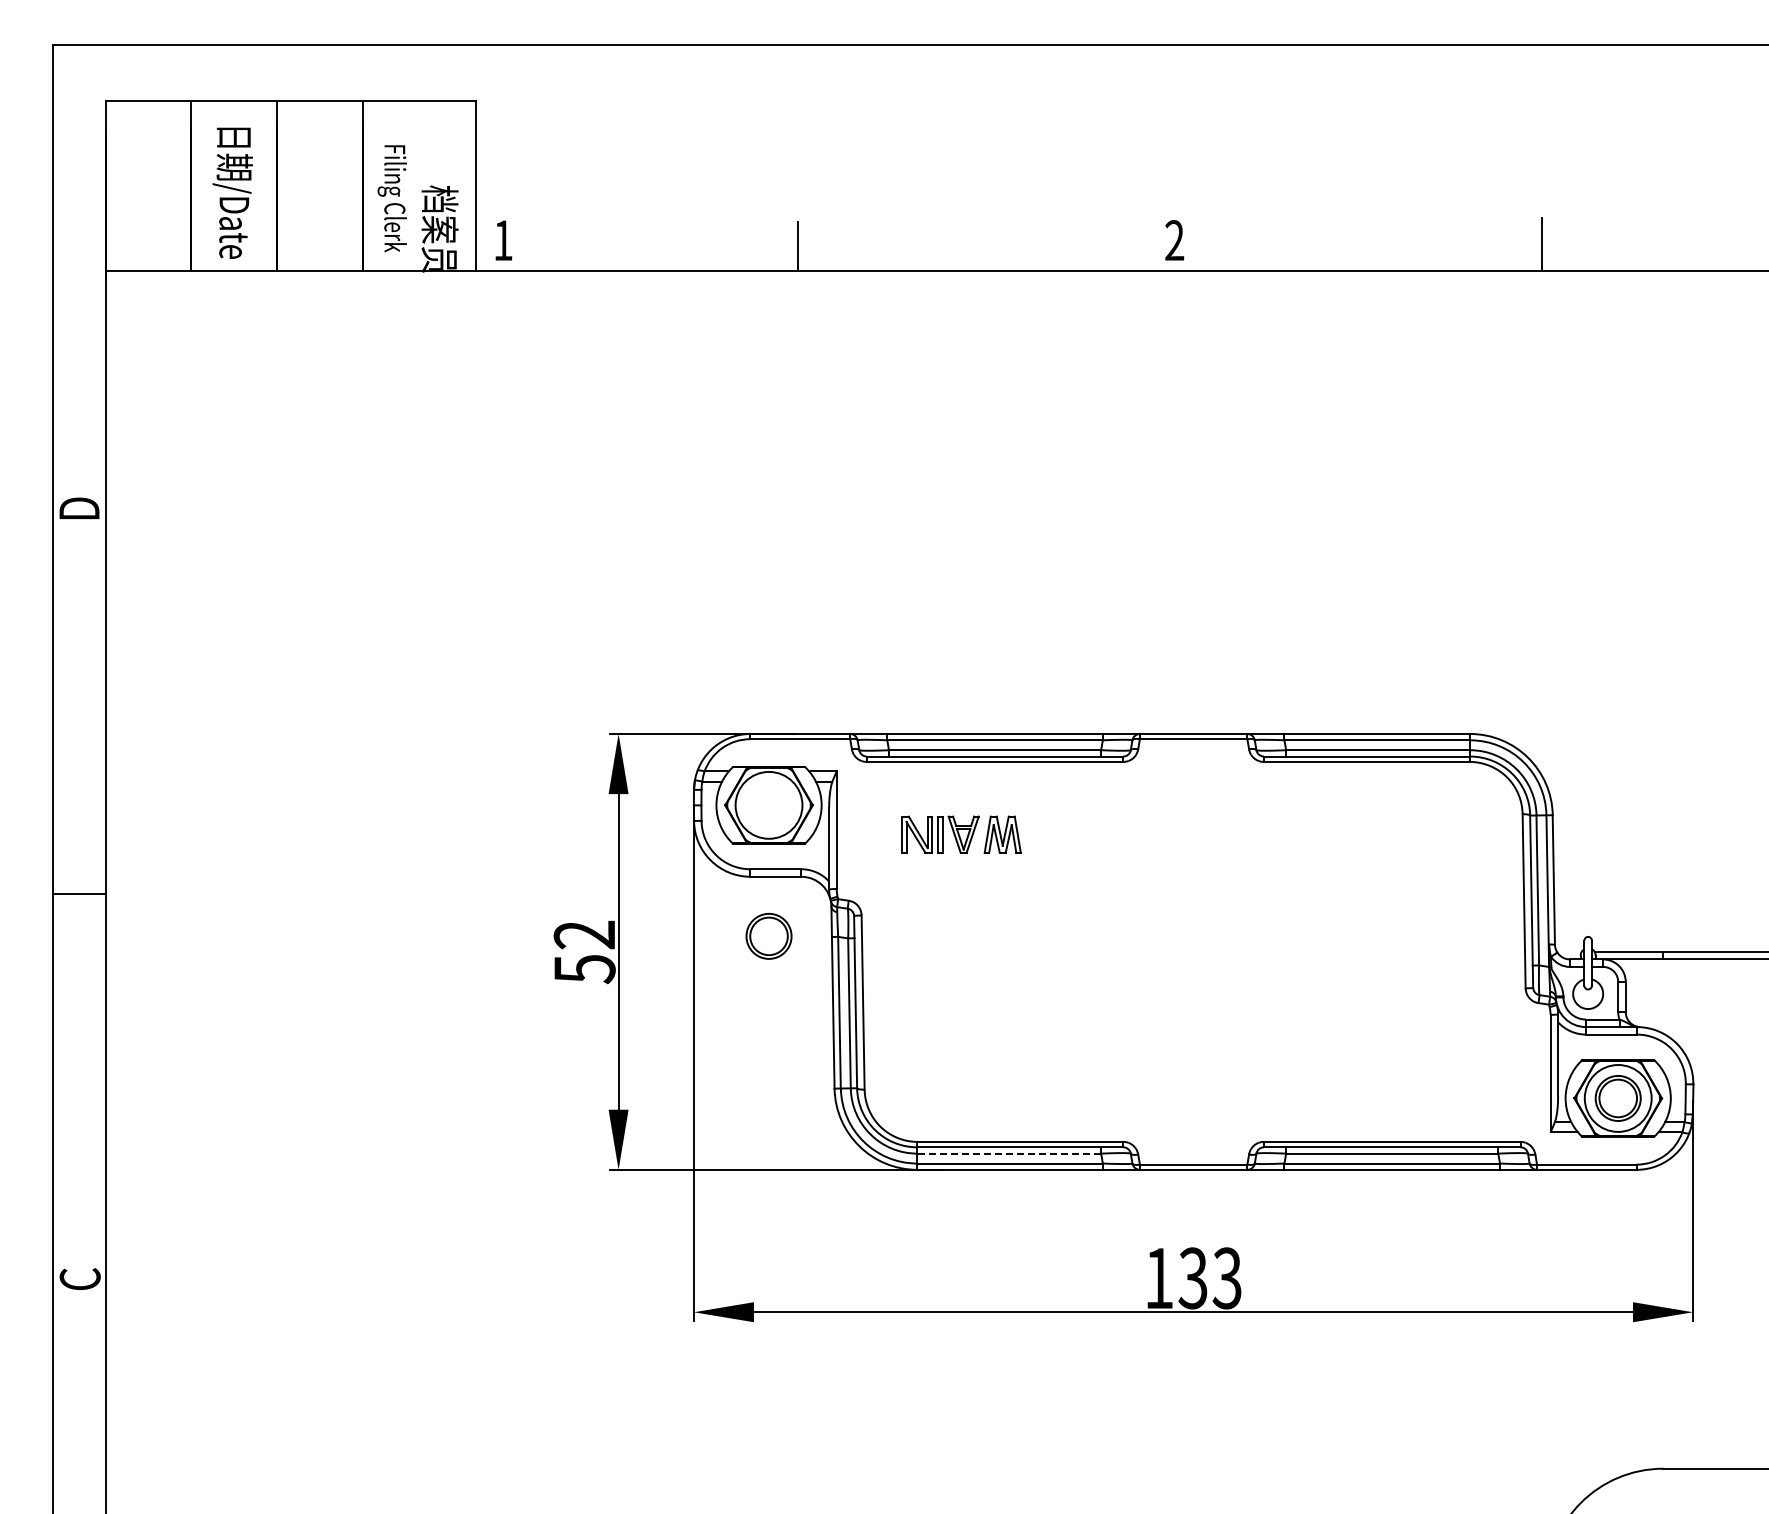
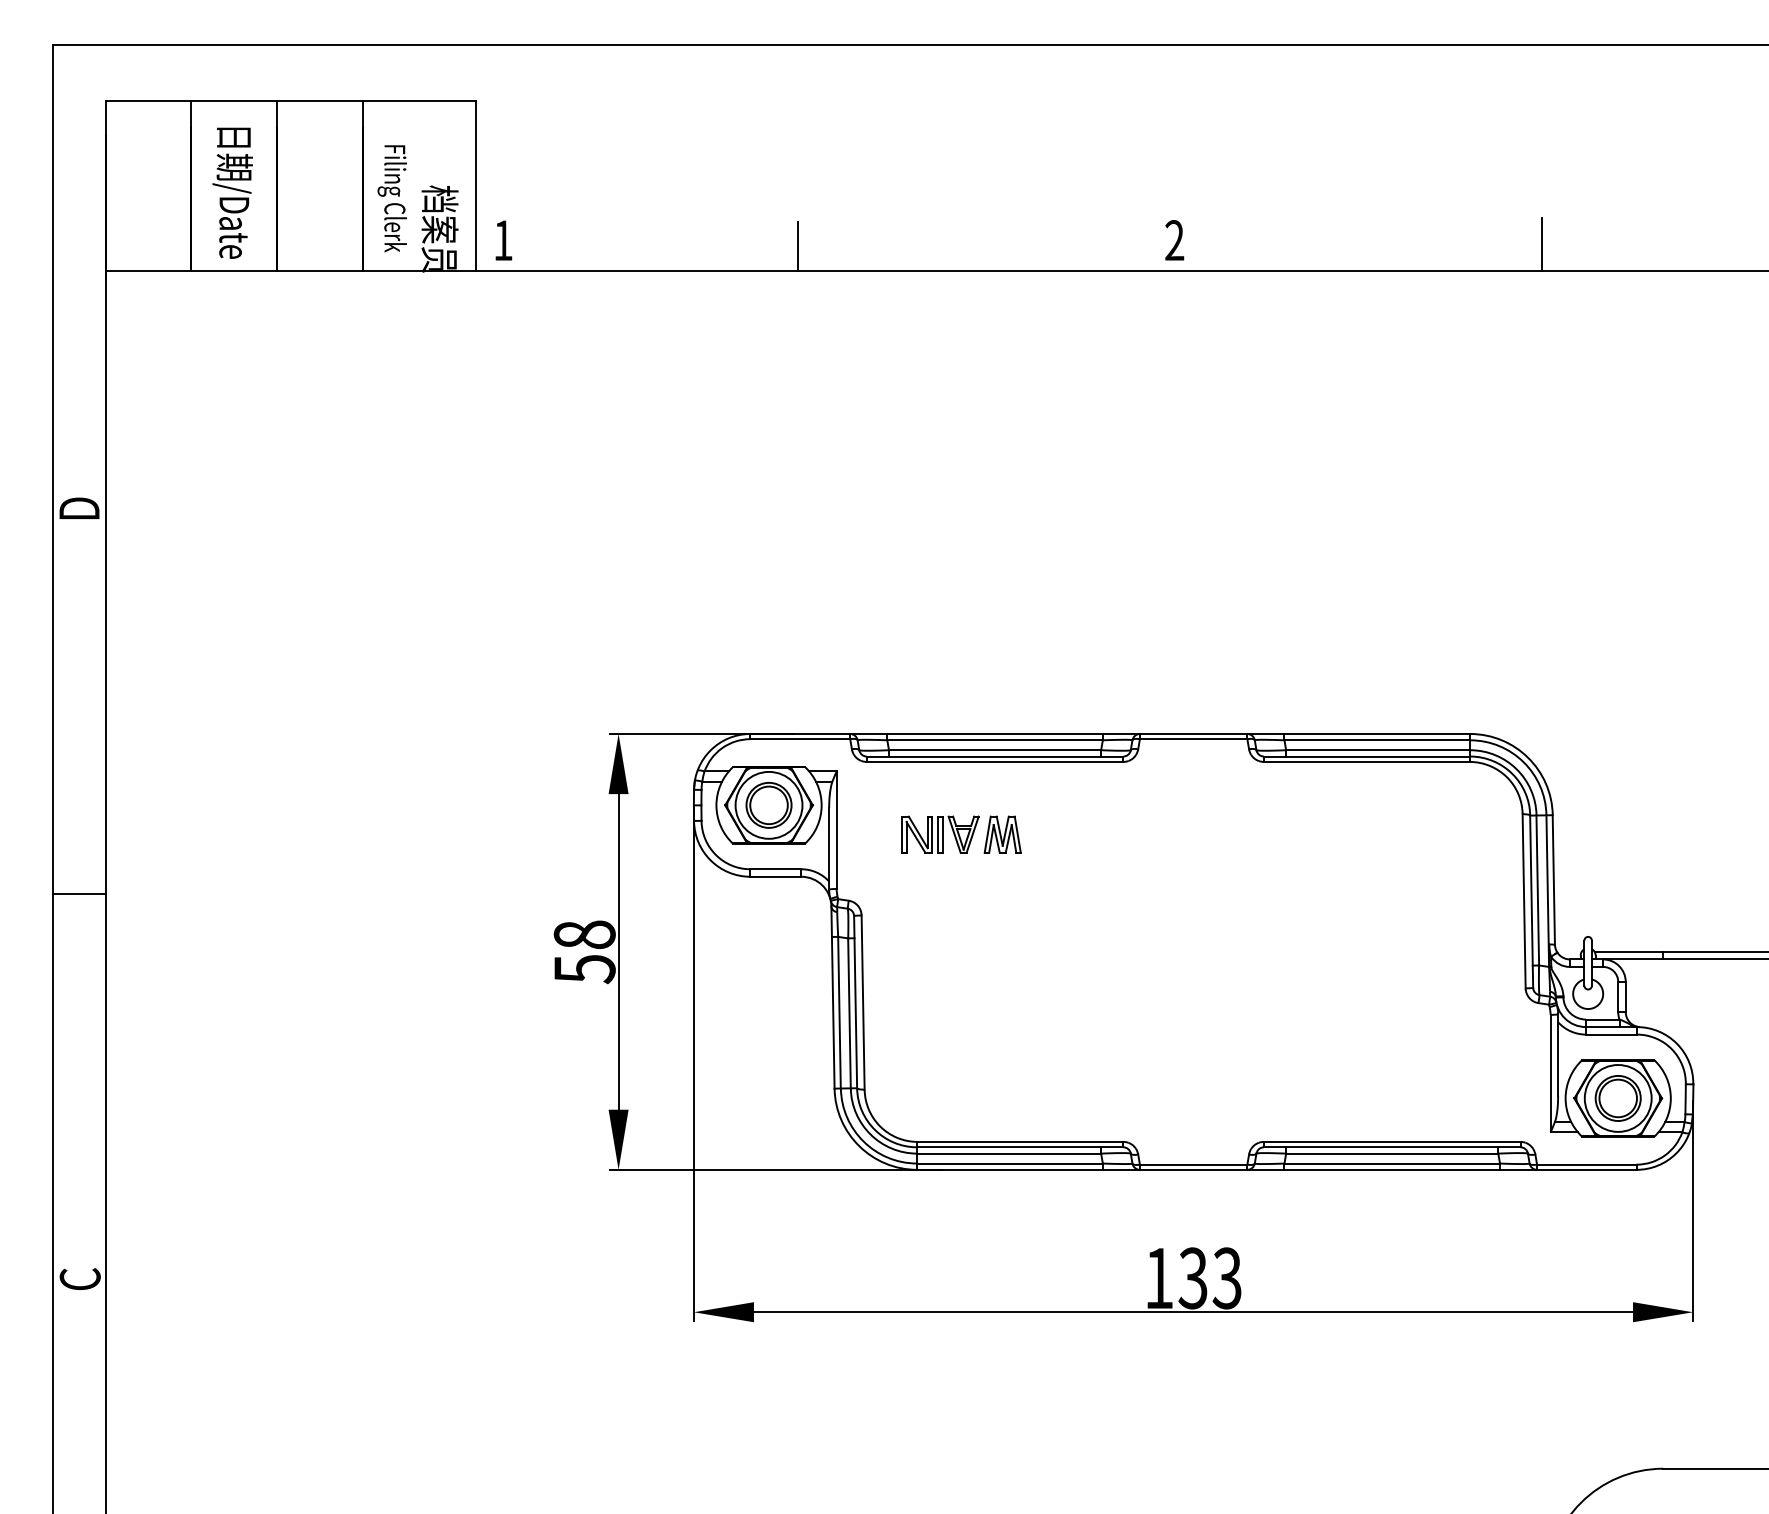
text at (584, 934): 52 -> 58
part at (768, 936) position: (768, 936) -> (768, 805)
line at (1009, 1153): dashed -> solid
